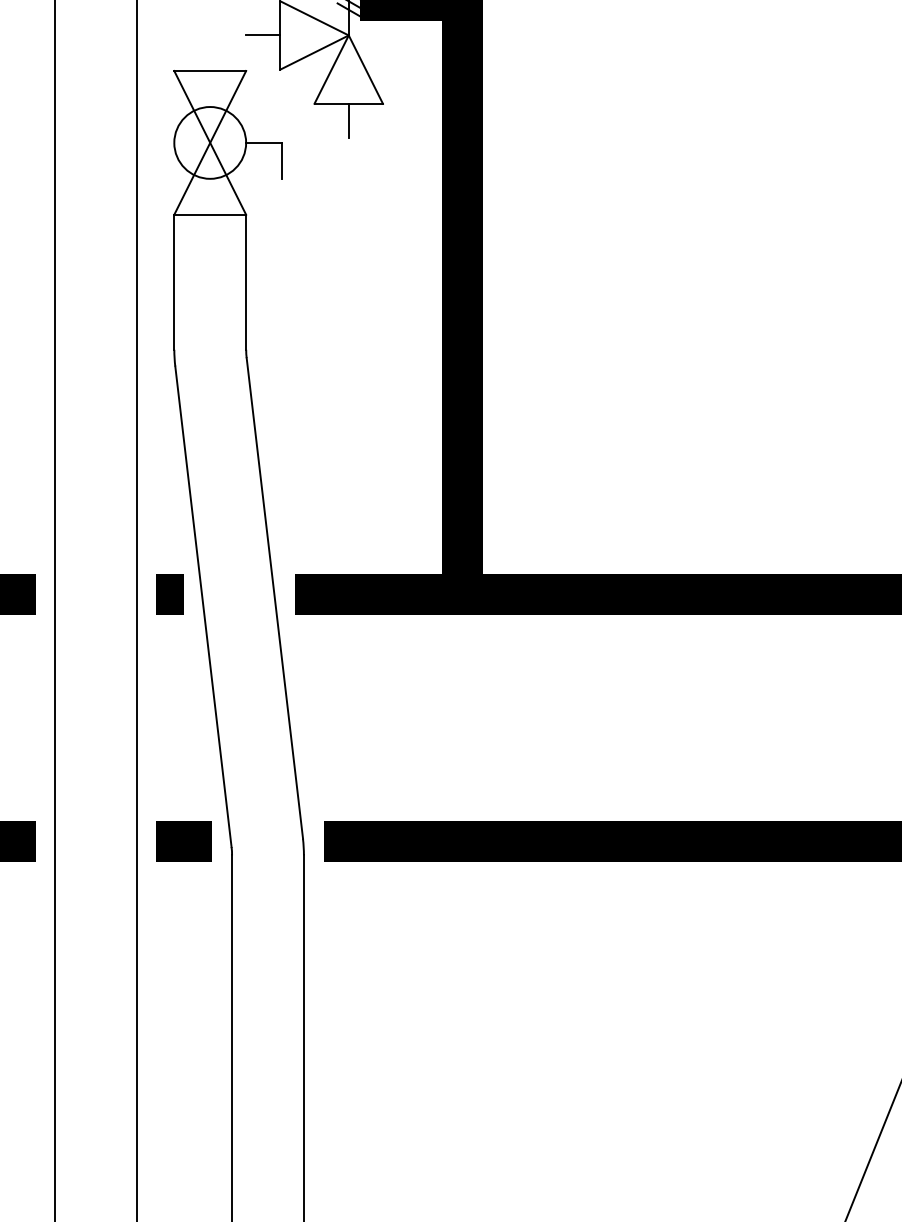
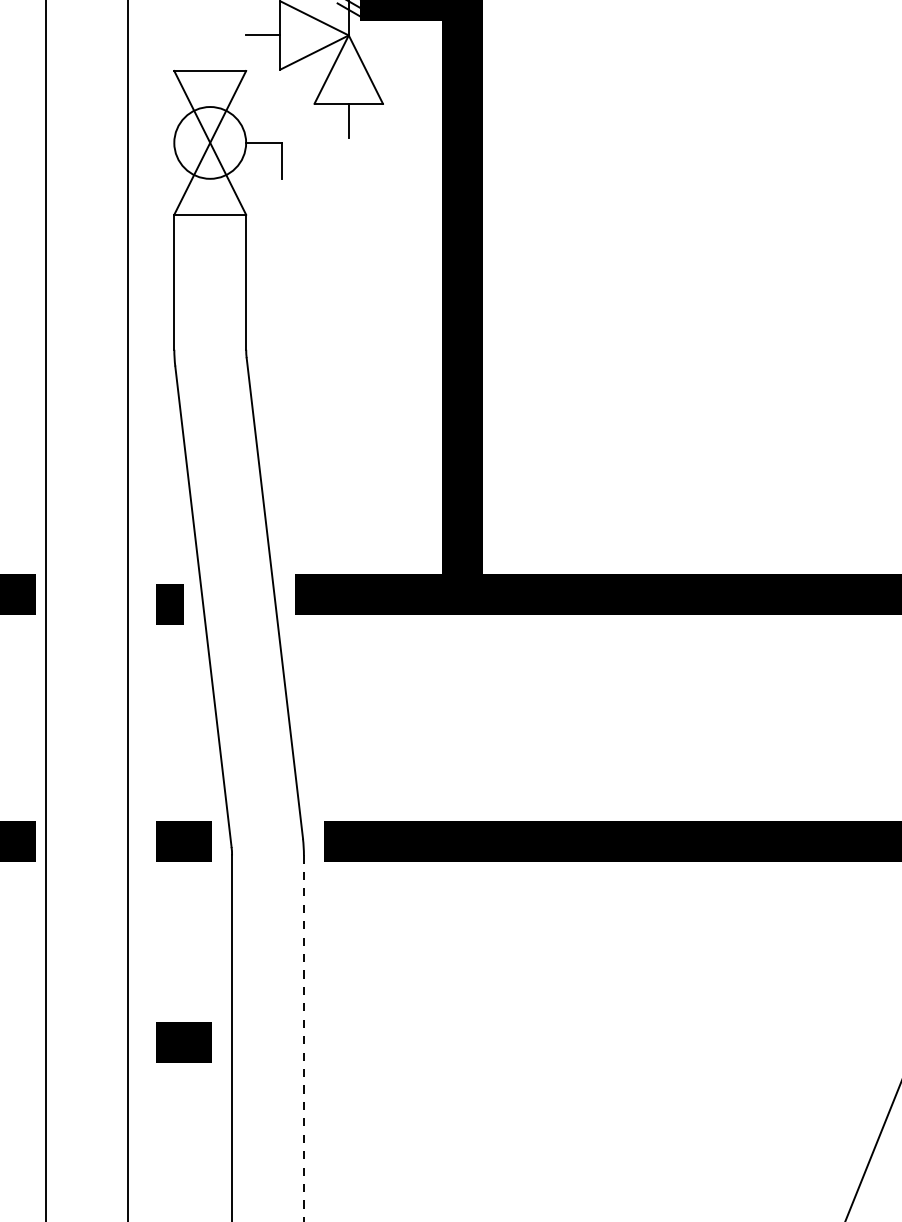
line at (169, 594) position: (169, 594) -> (169, 604)
line at (54, 610) position: (54, 610) -> (45, 610)
line at (137, 610) position: (137, 610) -> (128, 610)
line at (303, 1038): solid -> dashed
line at (183, 1042): none -> present
